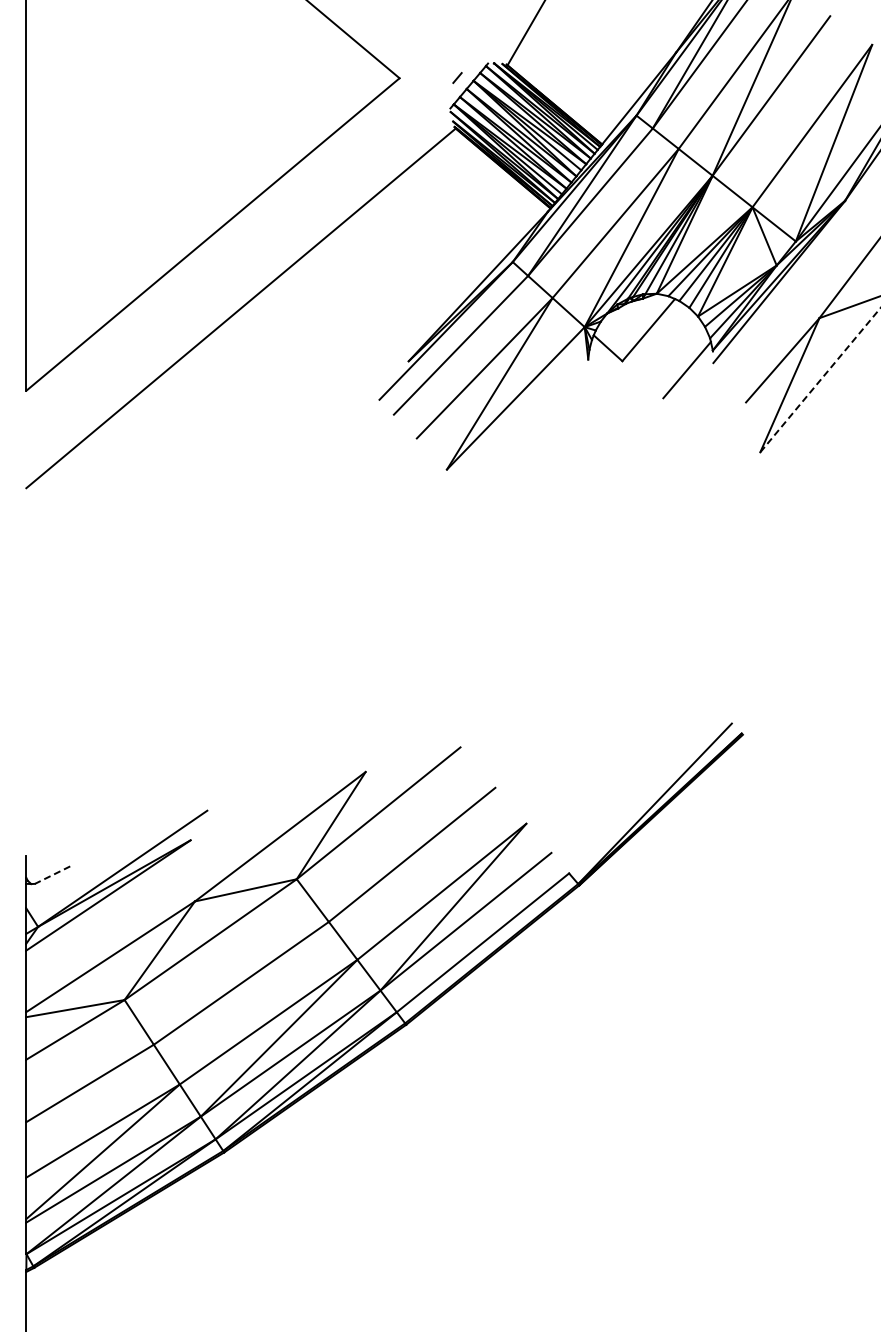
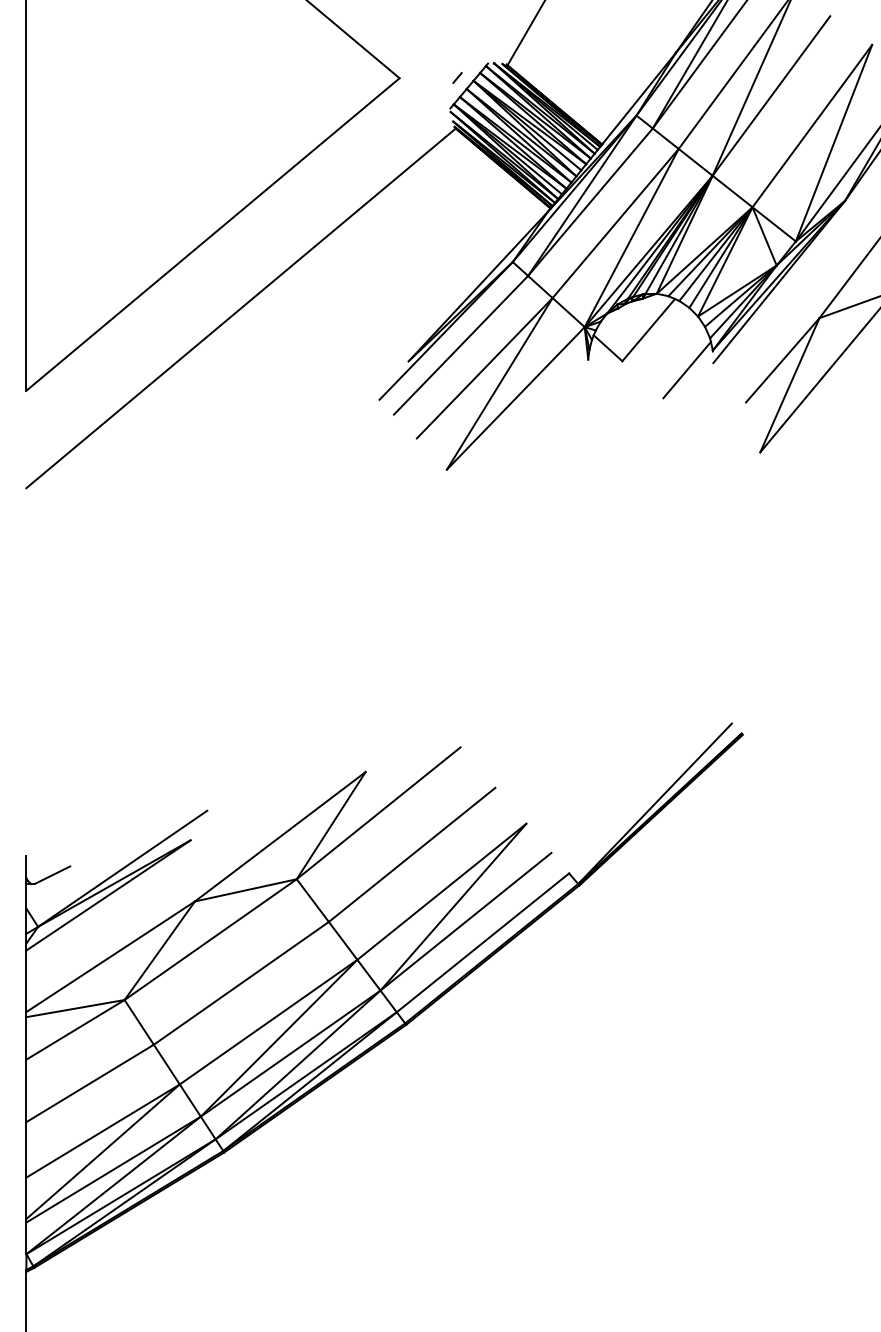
line at (820, 380): dashed -> solid
line at (52, 875): dashed -> solid
